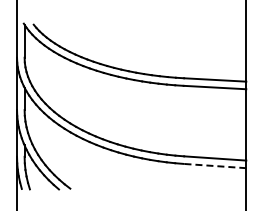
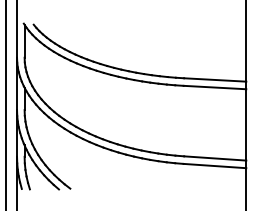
line at (5, 104): none -> present
line at (214, 166): dashed -> solid
